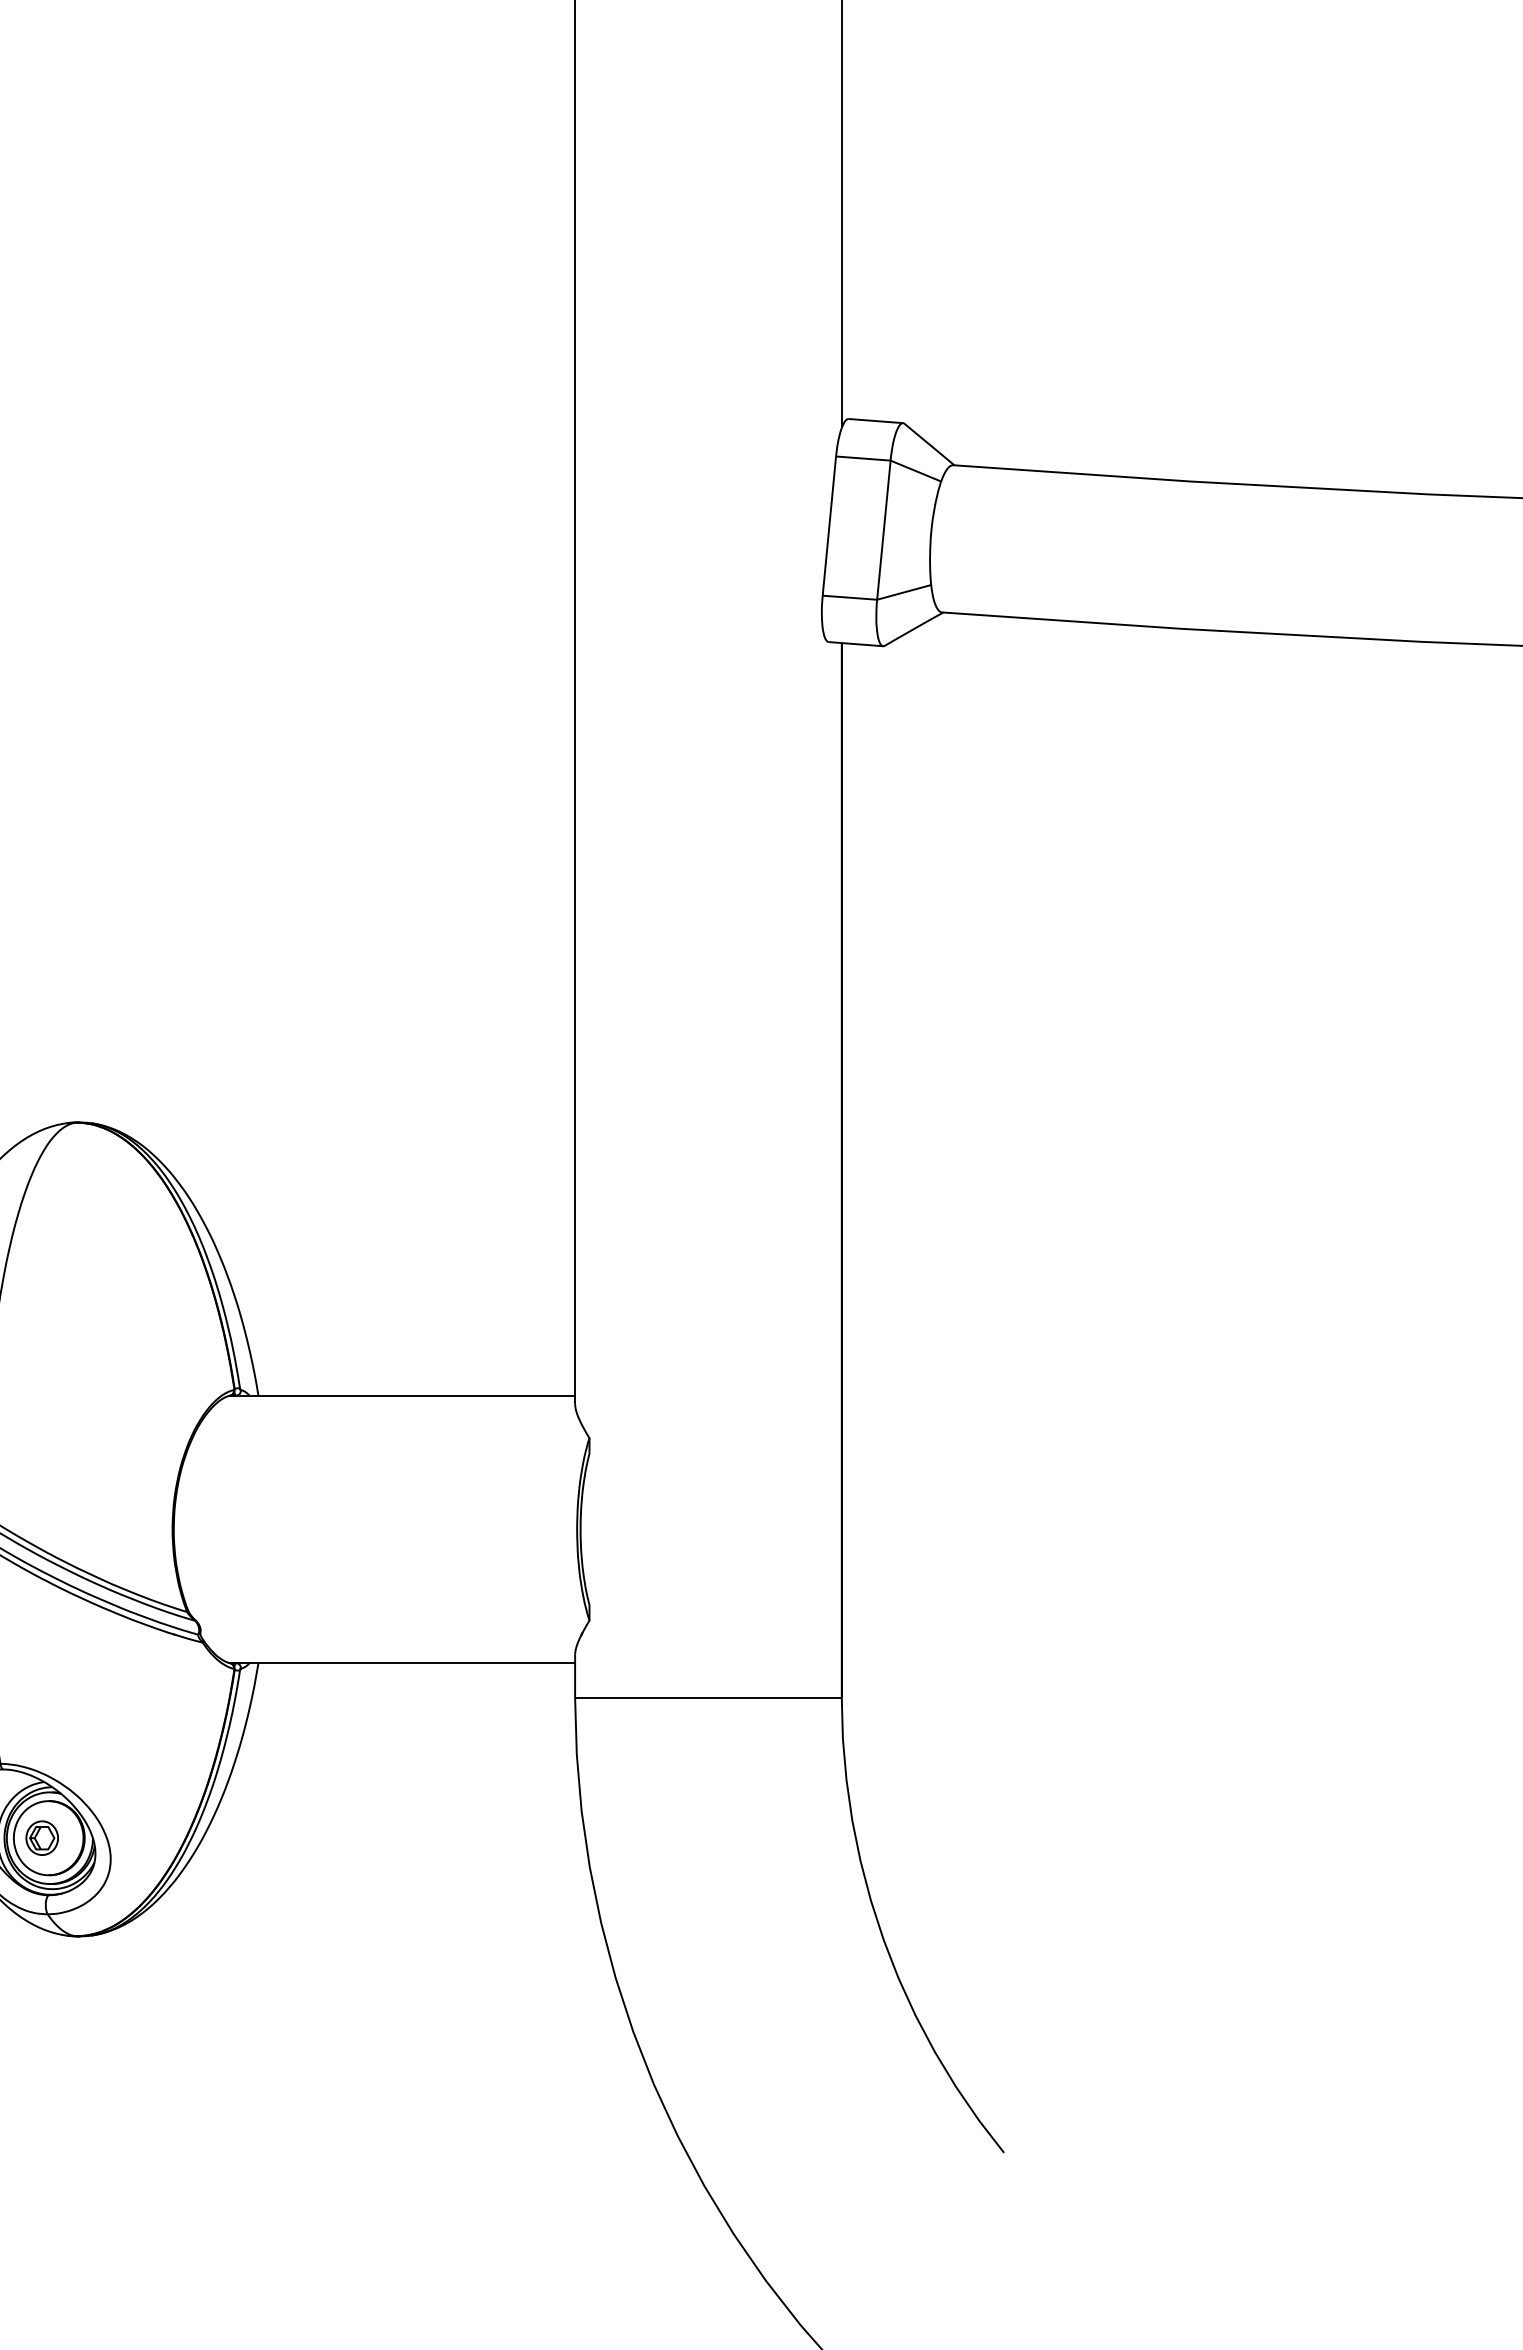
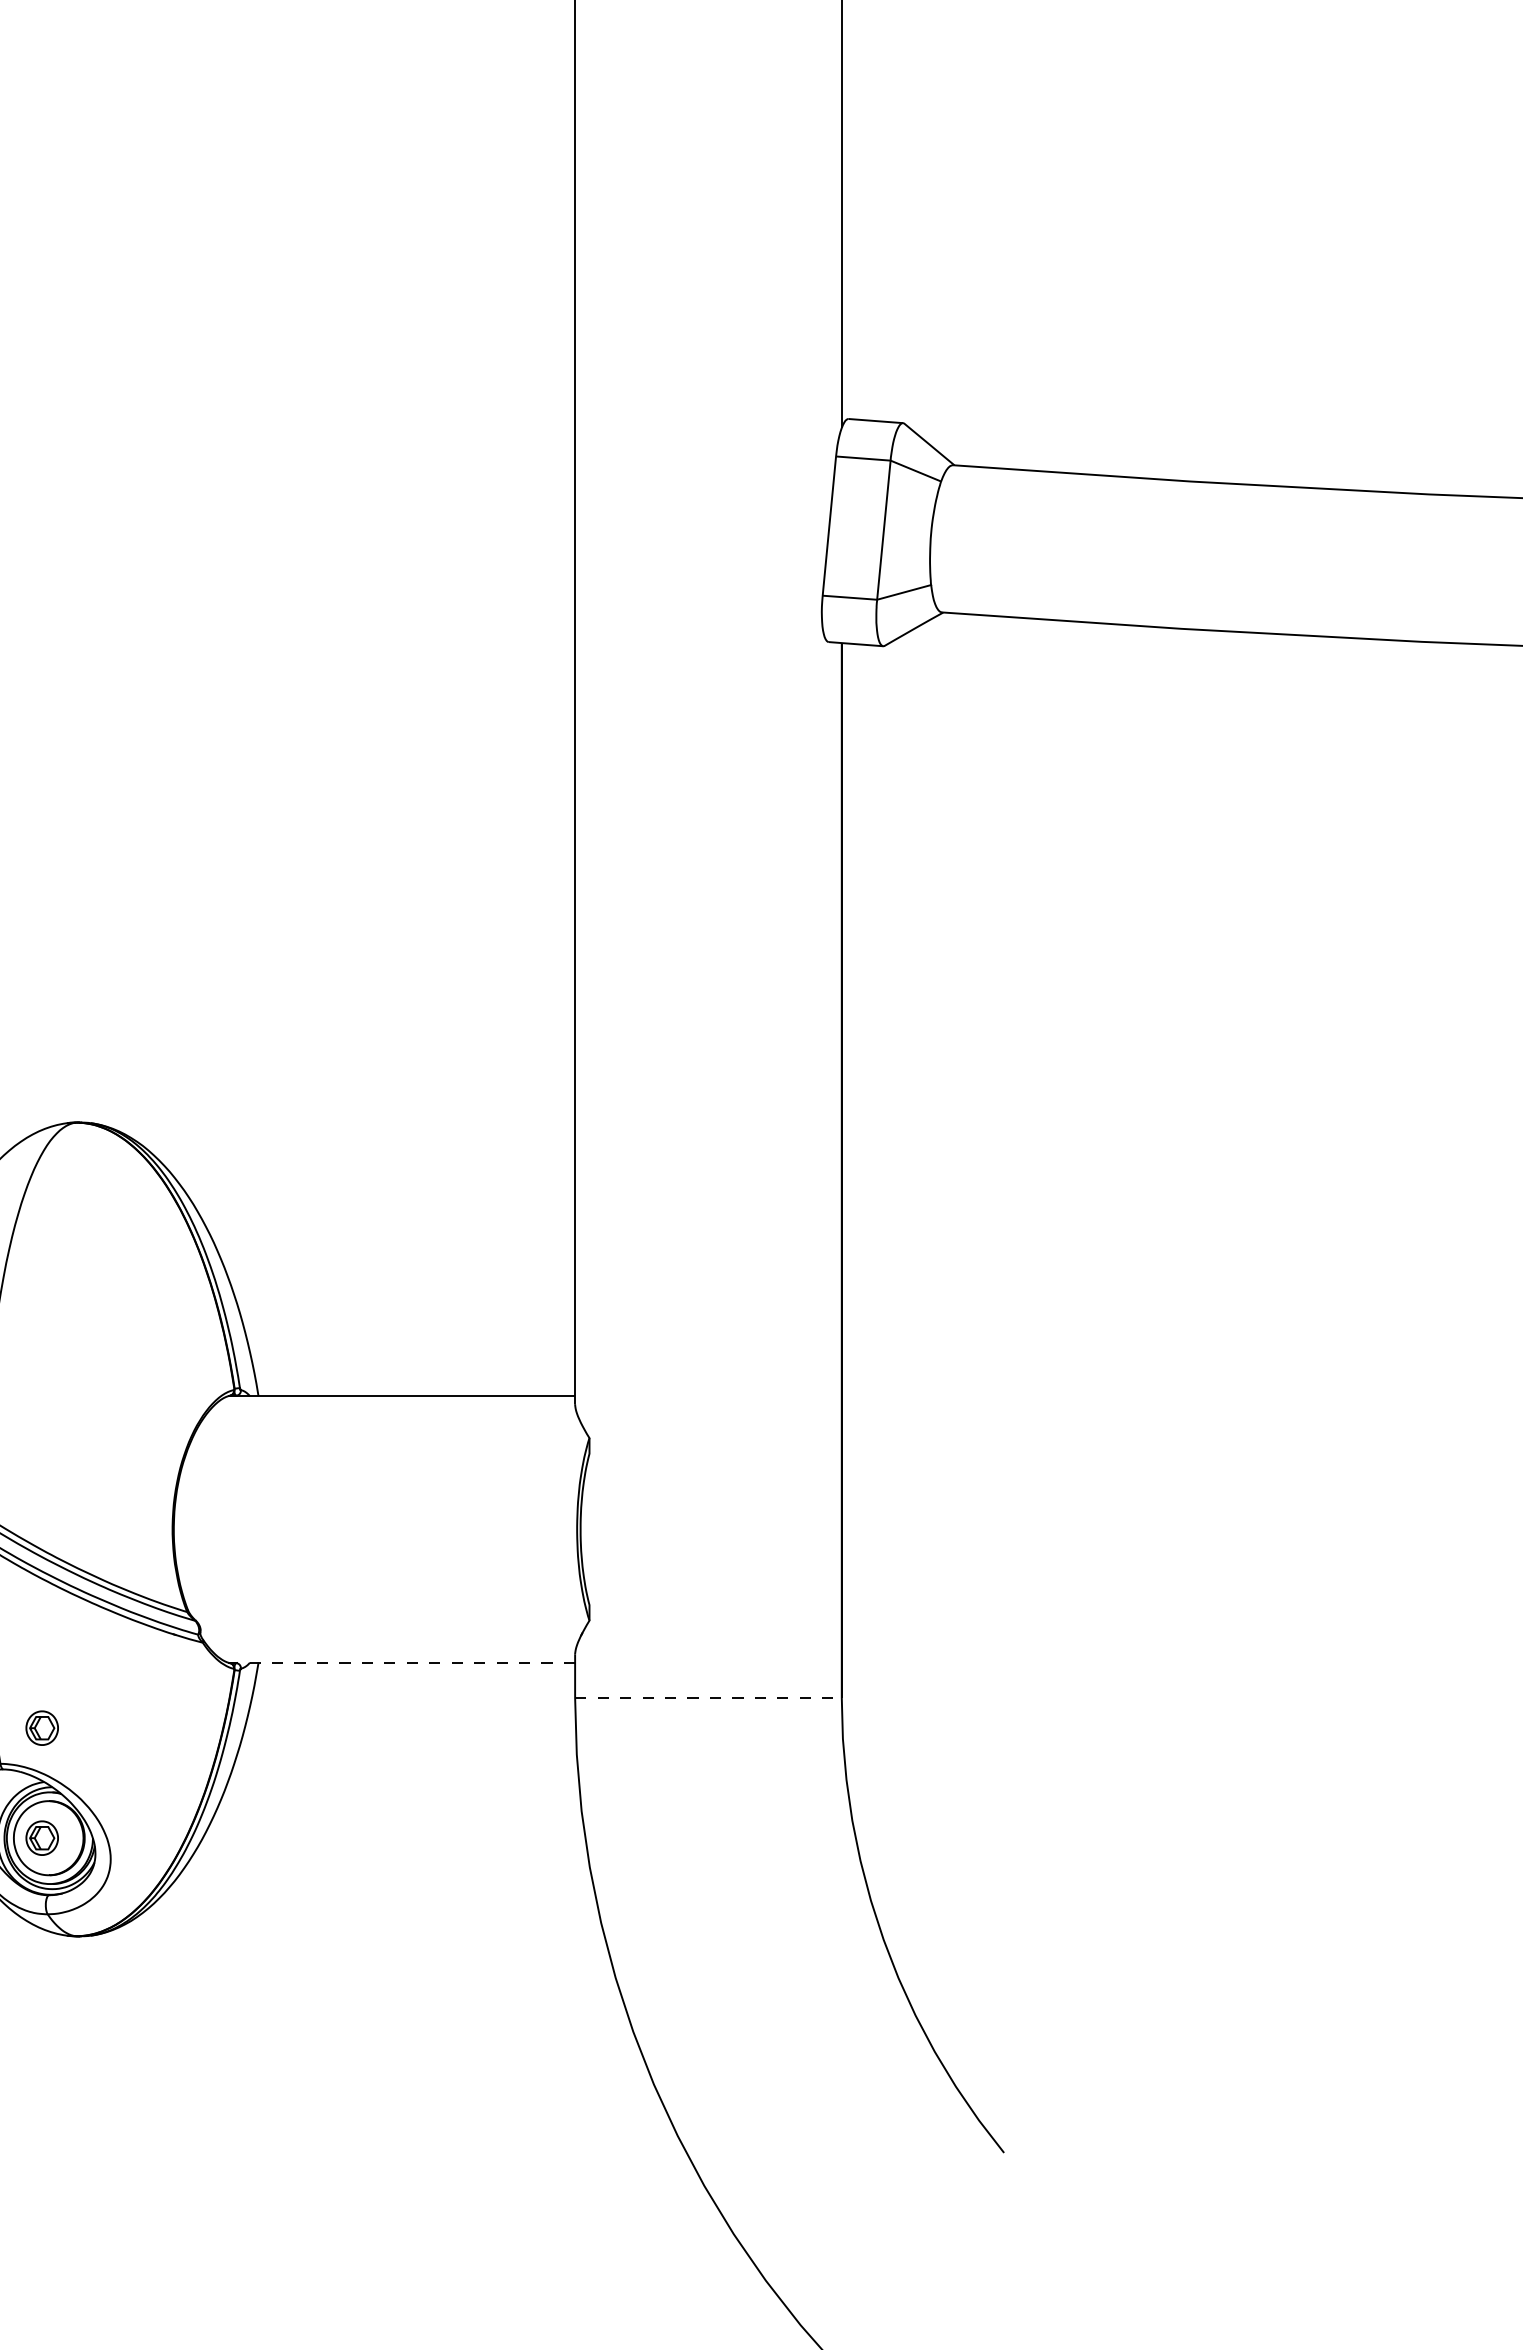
line at (401, 1662): solid -> dashed
line at (708, 1697): solid -> dashed
part at (41, 1727): none -> present
